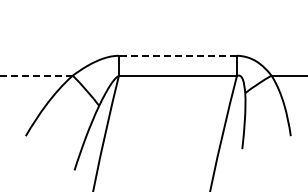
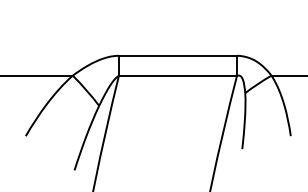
line at (177, 55): dashed -> solid
line at (36, 75): dashed -> solid
